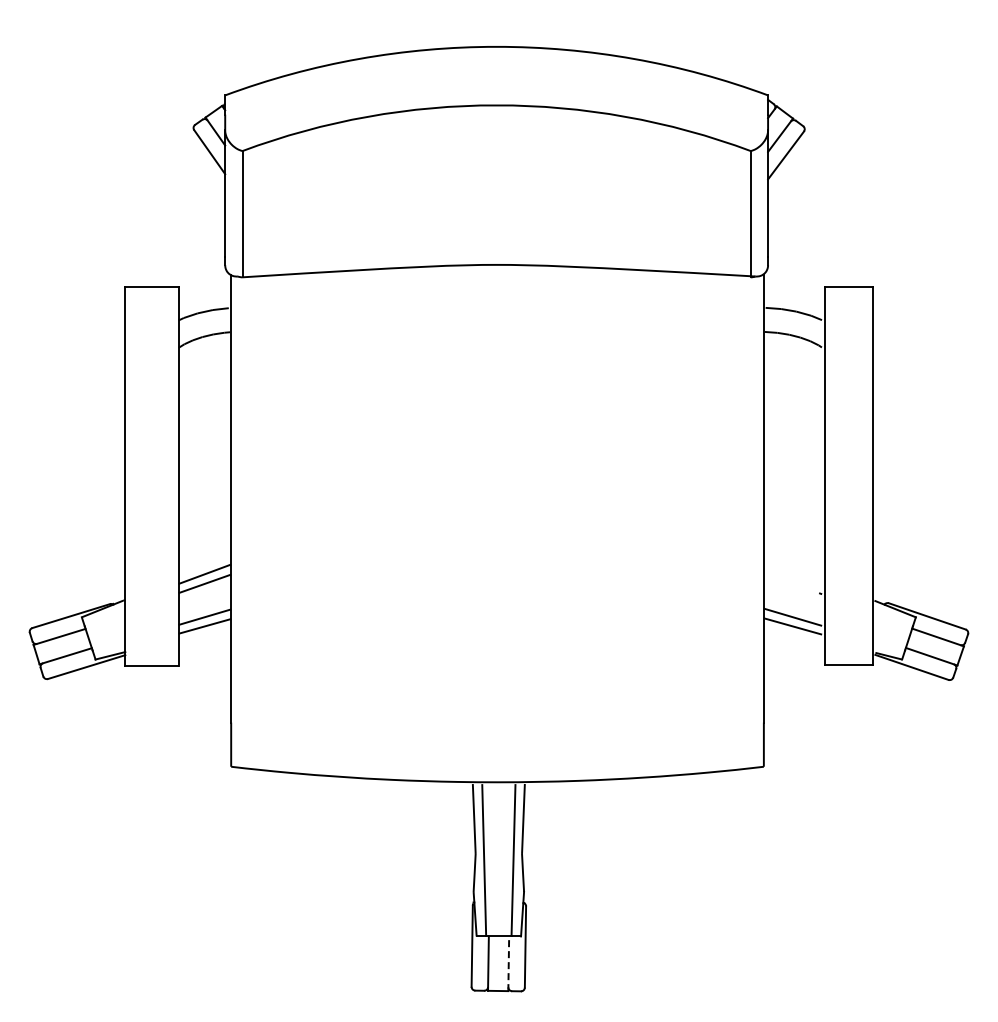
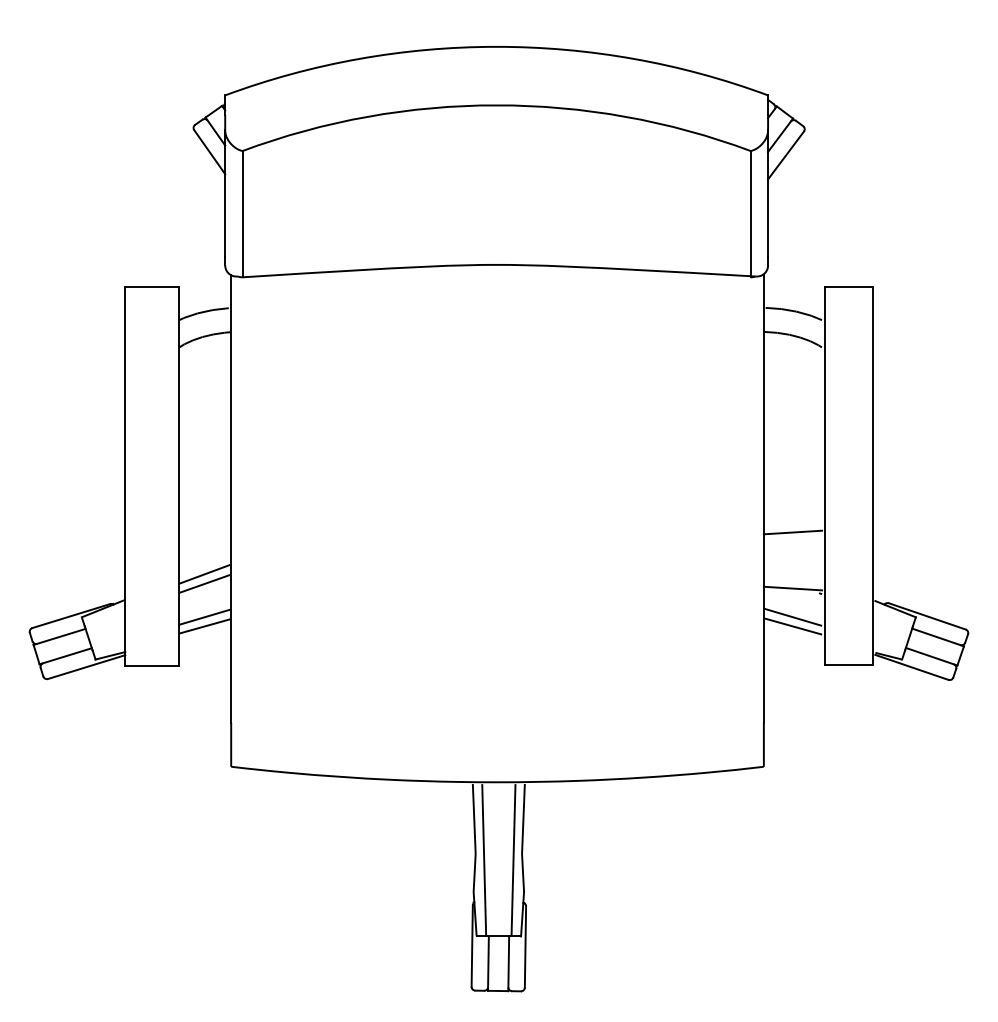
line at (792, 532): none -> present
line at (792, 588): none -> present
line at (508, 963): dashed -> solid
